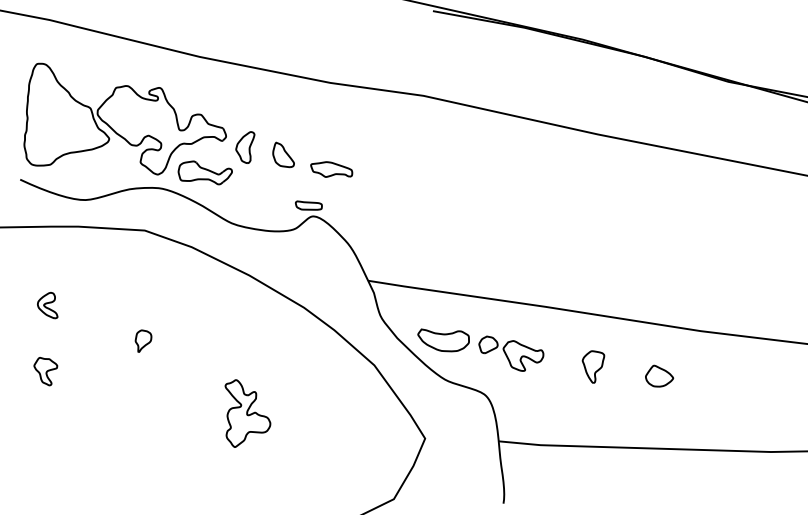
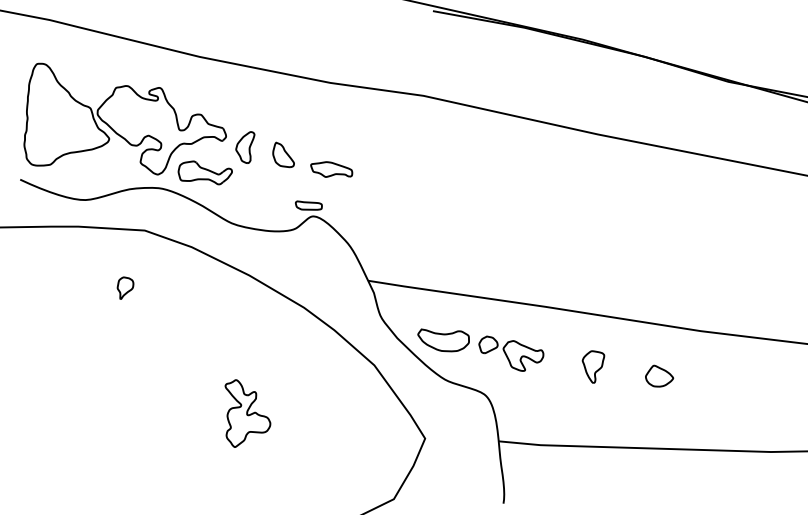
part at (47, 305): present -> none
part at (143, 340) position: (143, 340) -> (125, 287)
part at (45, 371): present -> none
